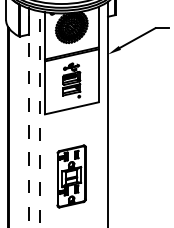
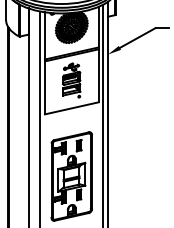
line at (103, 114): none -> present
line at (28, 117): dashed -> solid
line at (40, 119): dashed -> solid
part at (71, 176) size: 31x65 px -> 43x91 px
